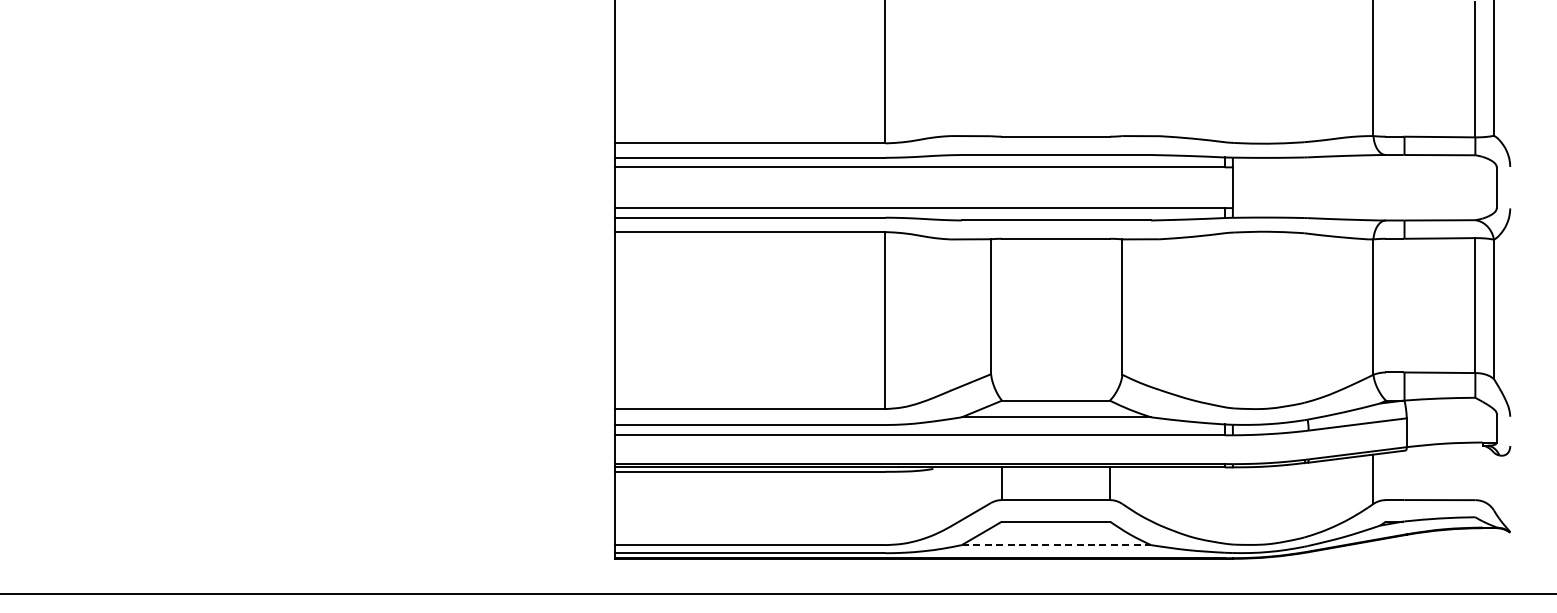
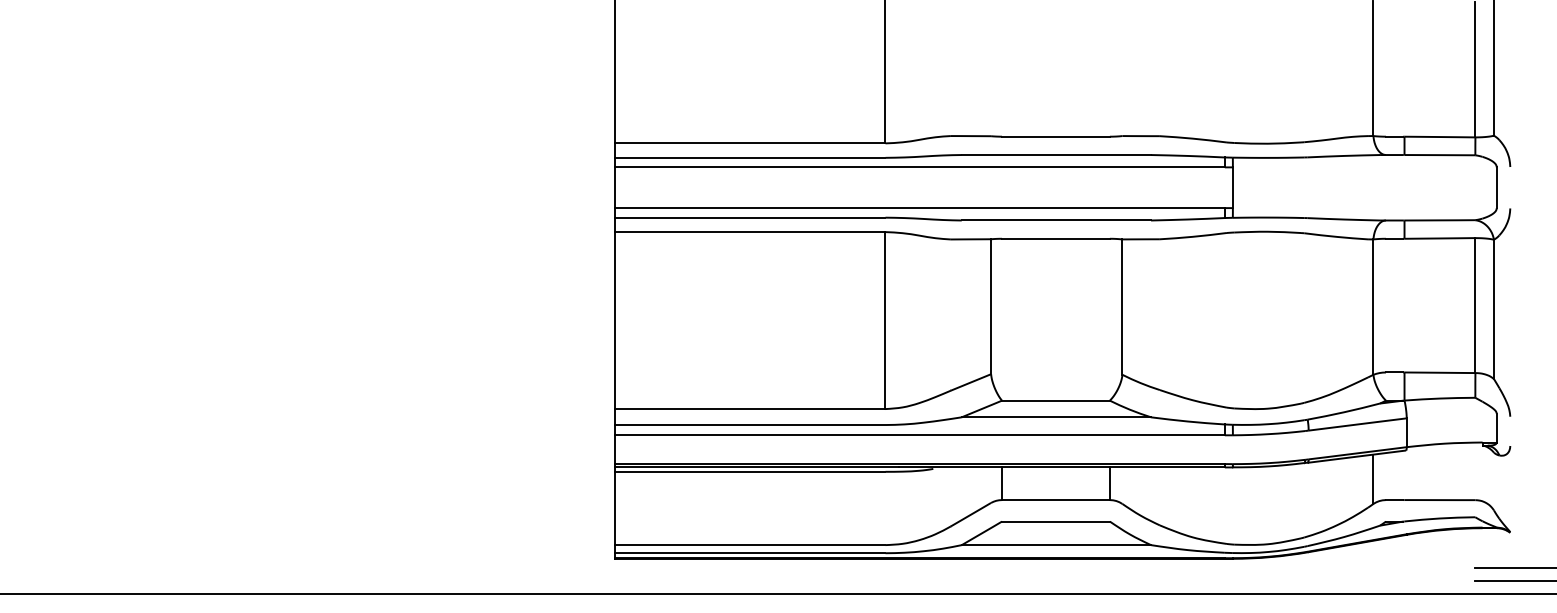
line at (1056, 545): dashed -> solid
line at (1513, 567): none -> present
line at (1513, 580): none -> present
